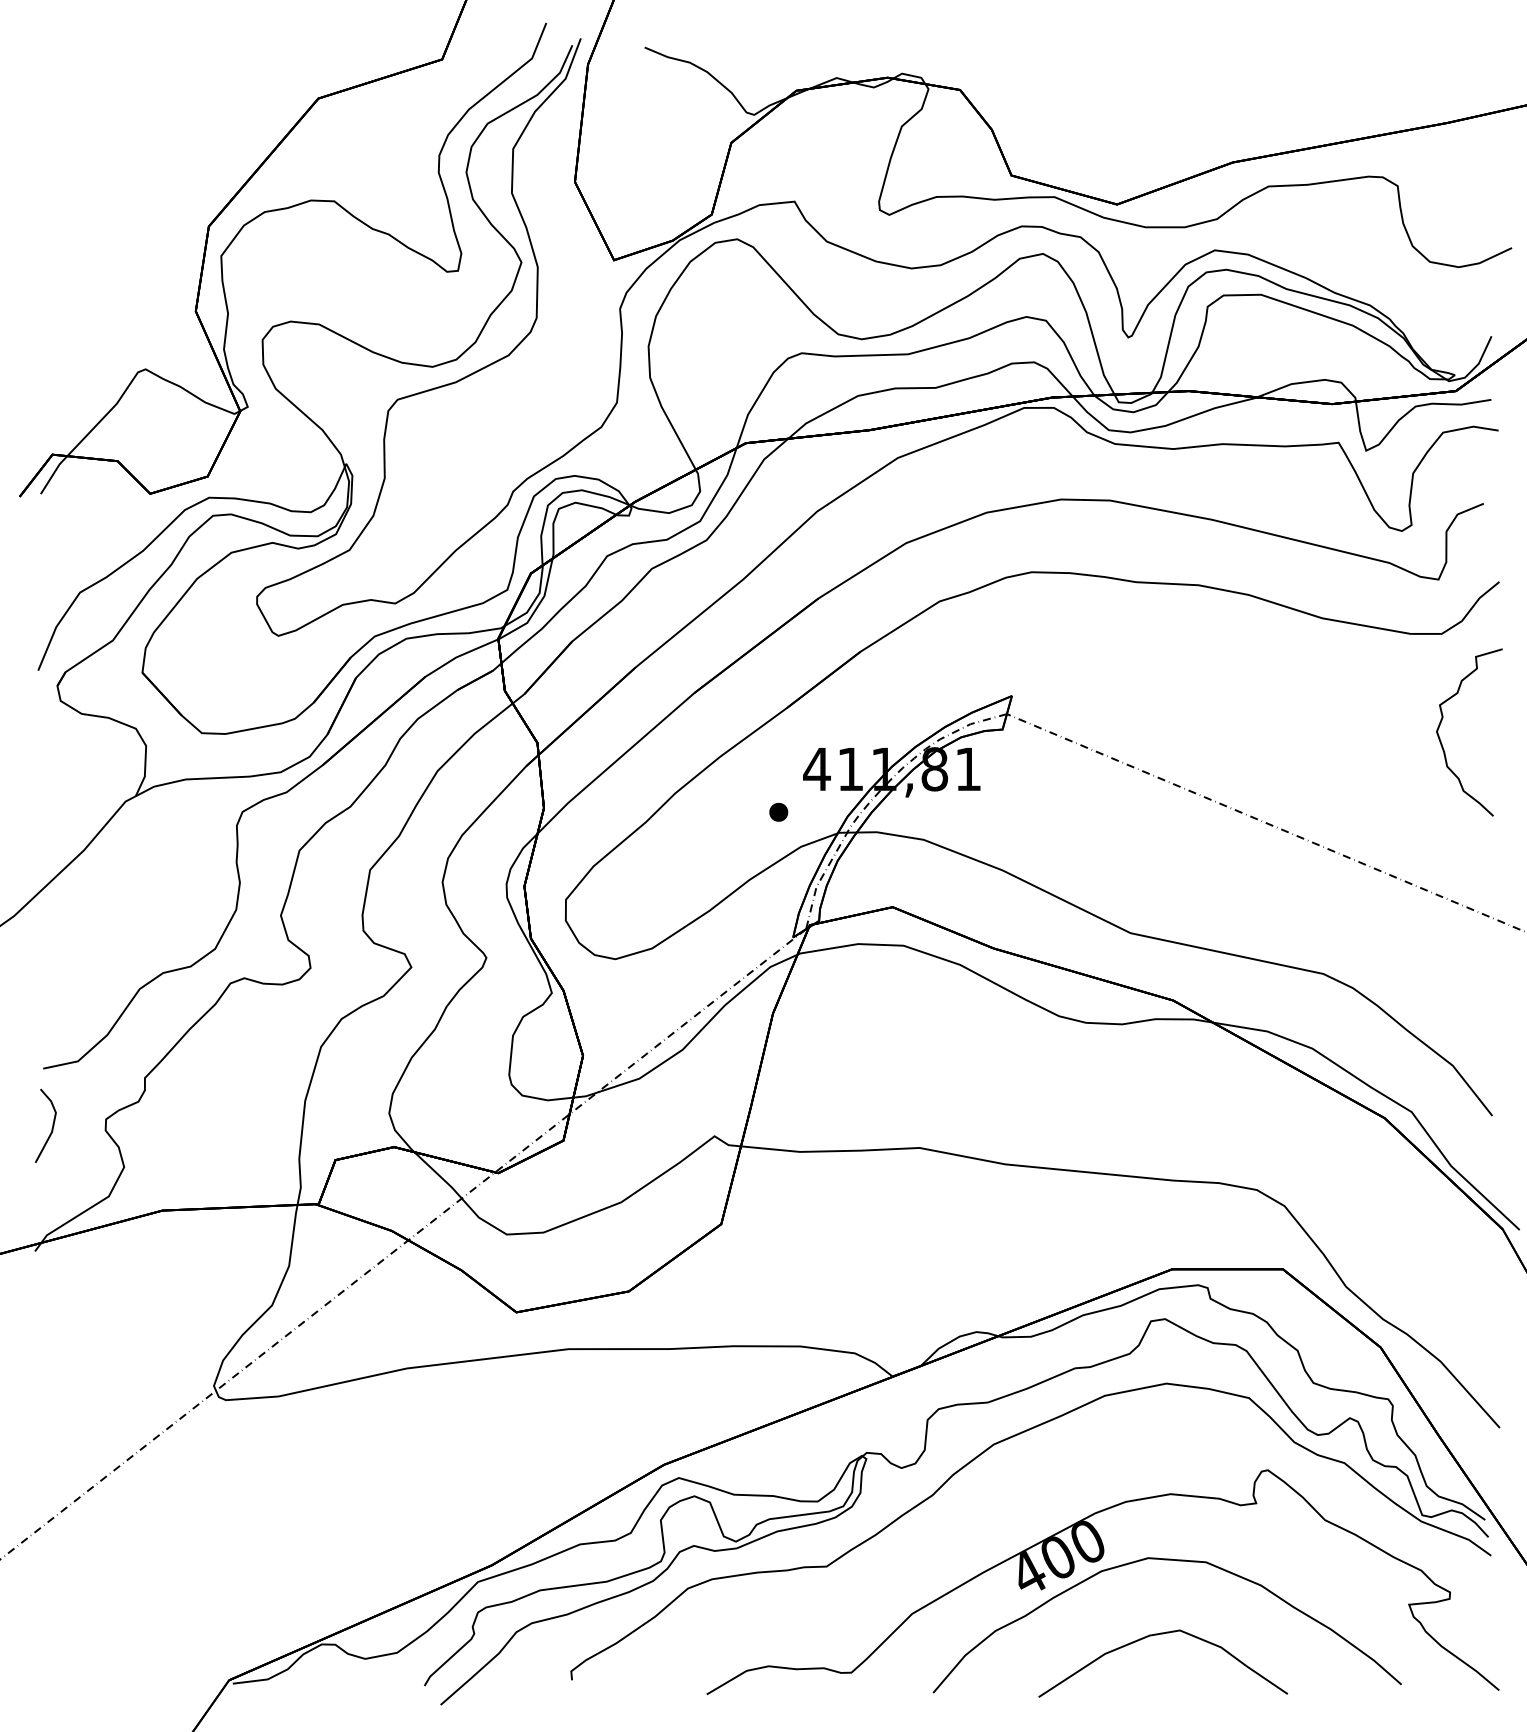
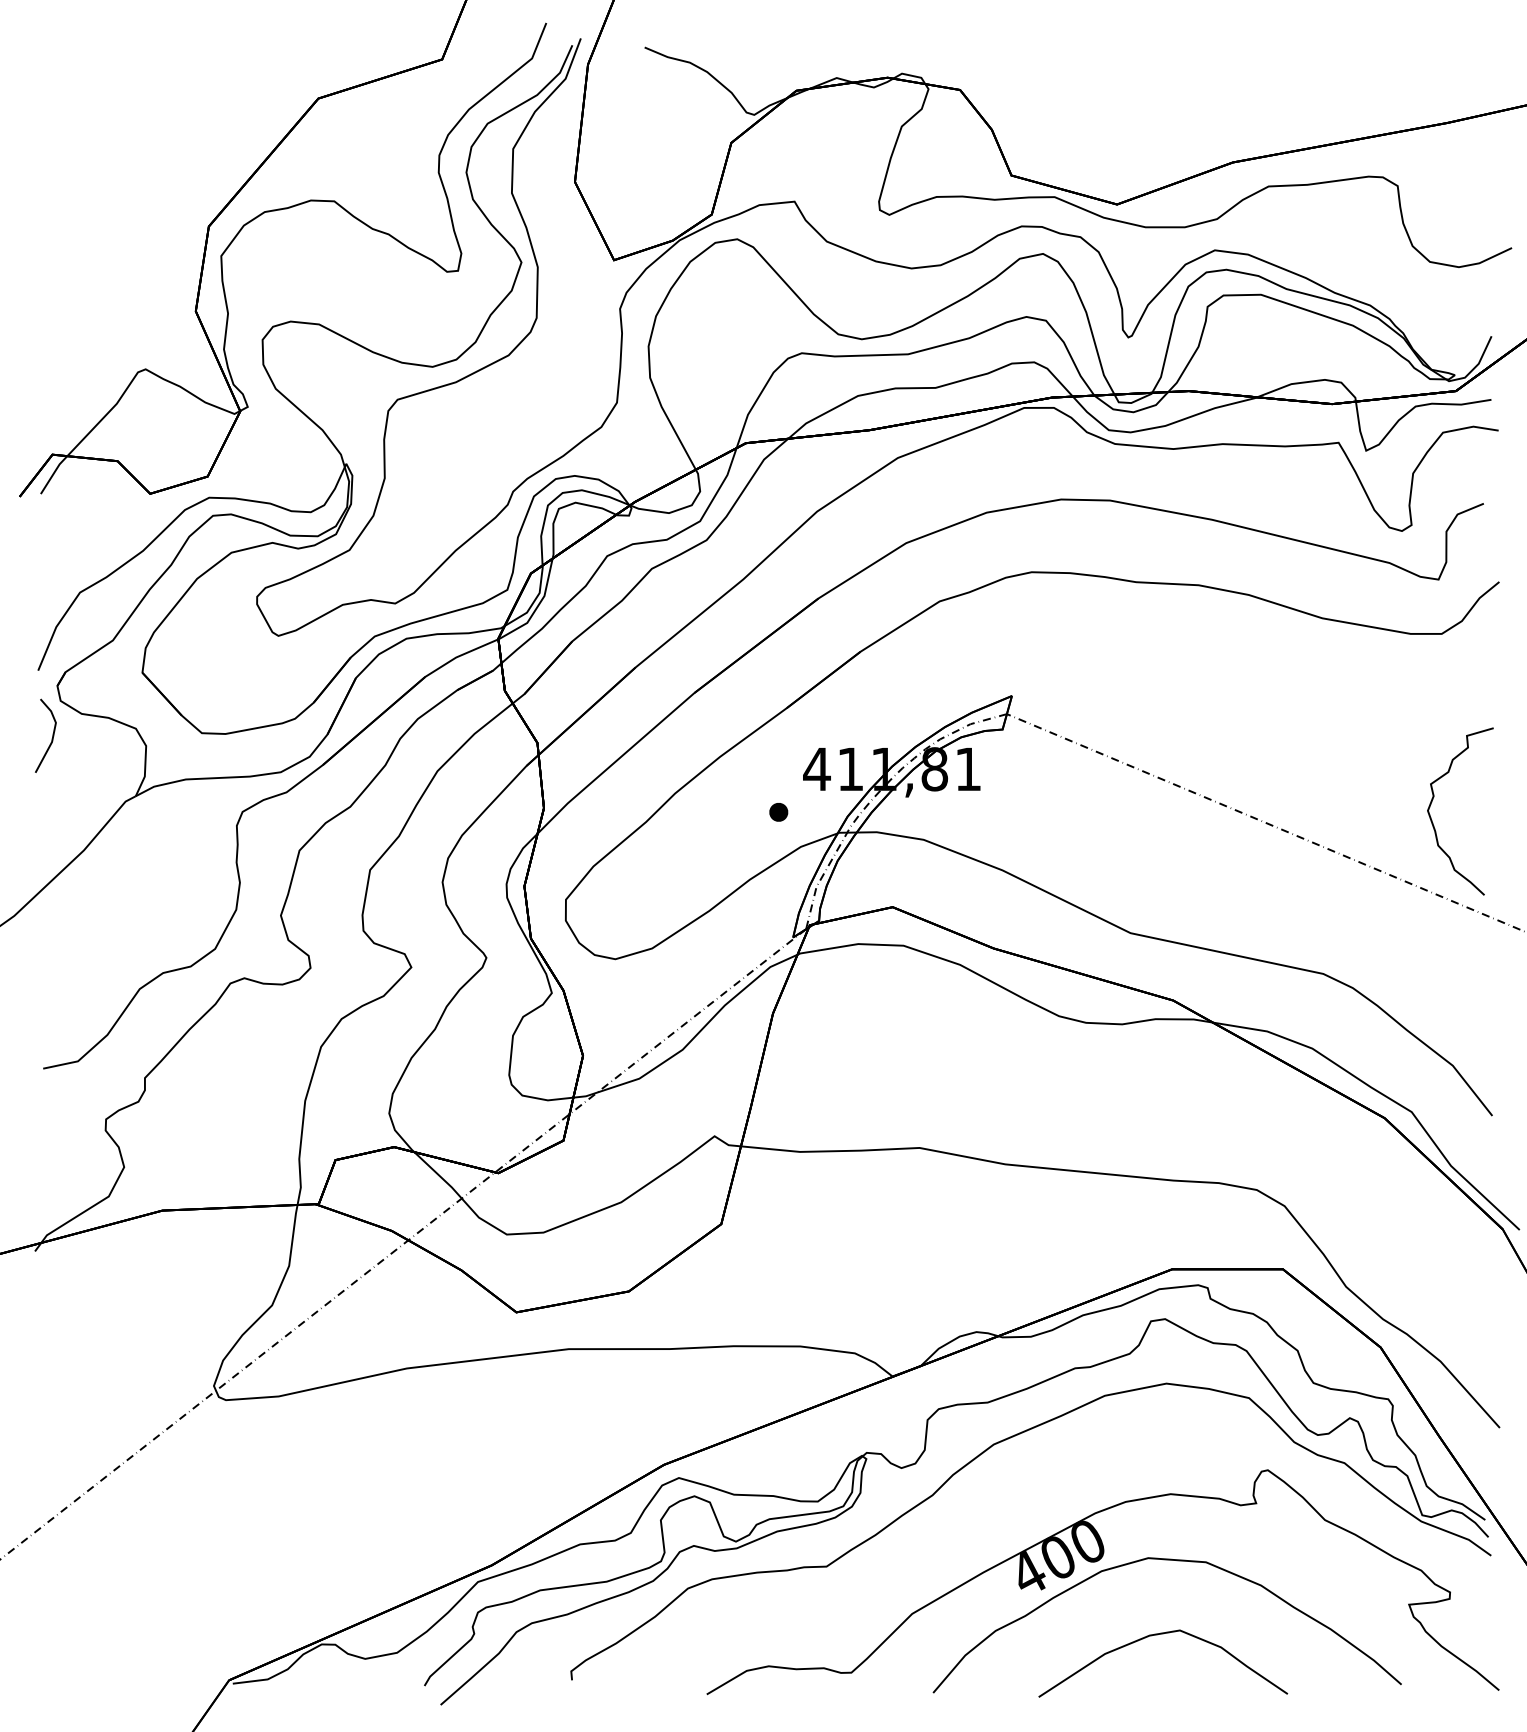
curve at (1442, 743) position: (1442, 743) -> (1433, 822)
line at (51, 1128) position: (51, 1128) -> (51, 738)
